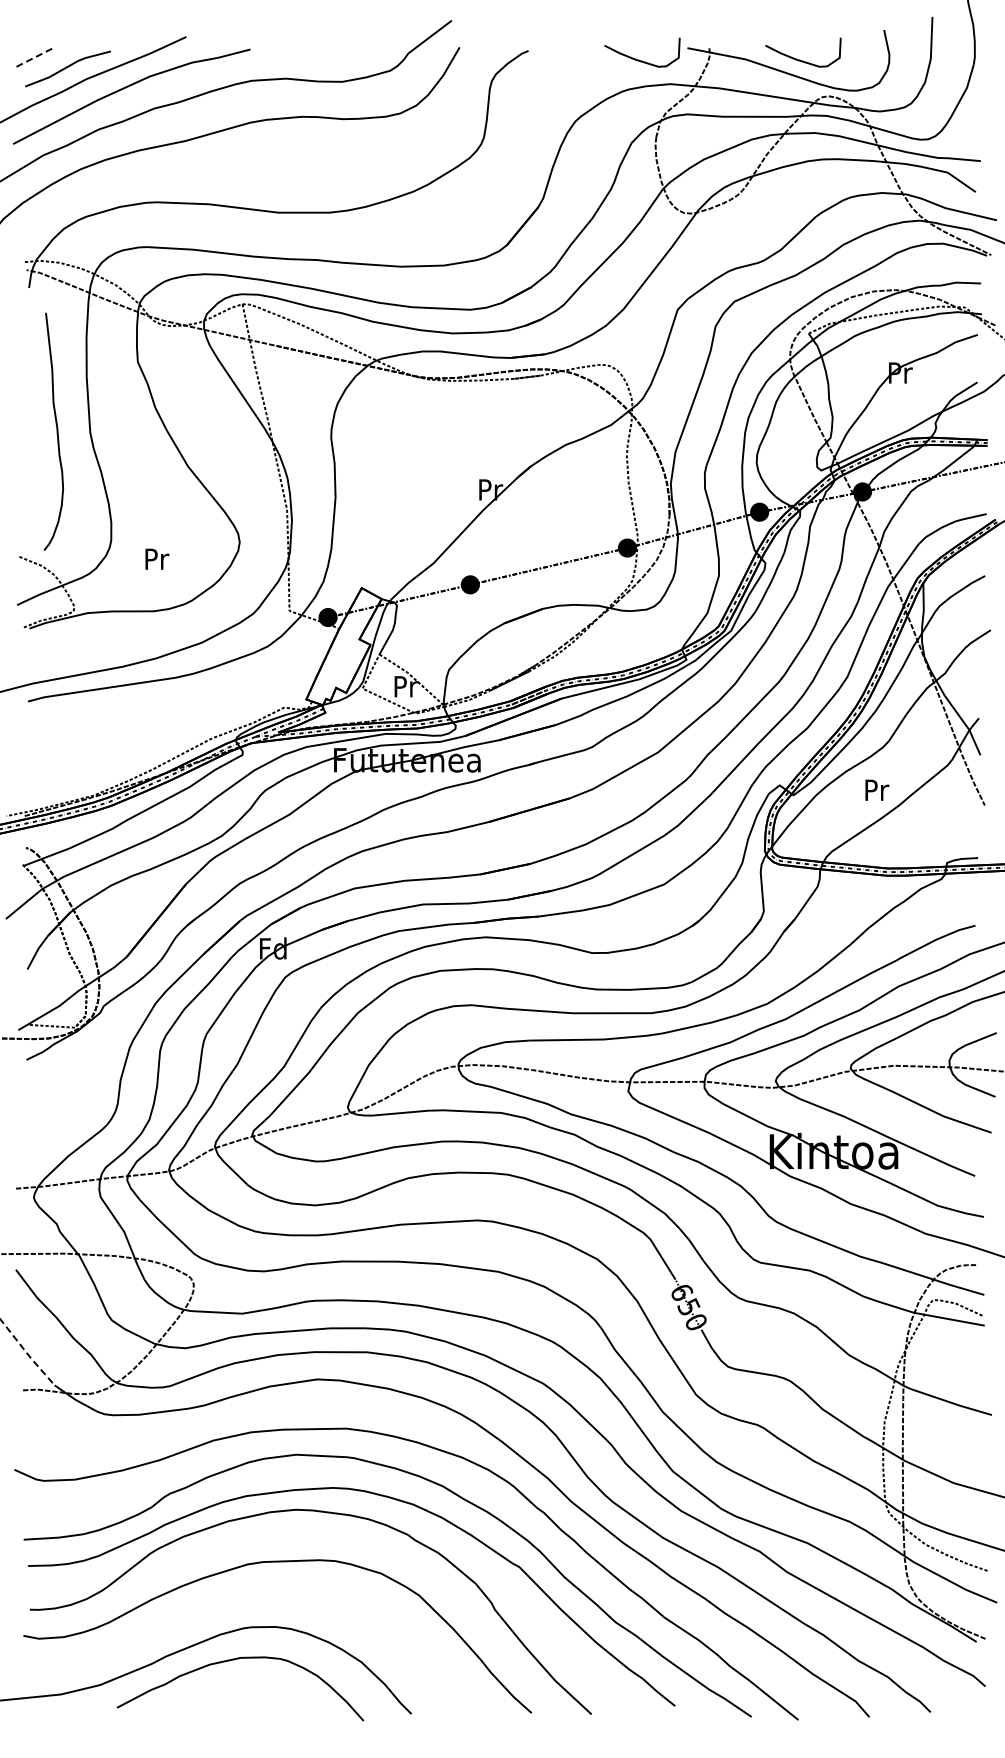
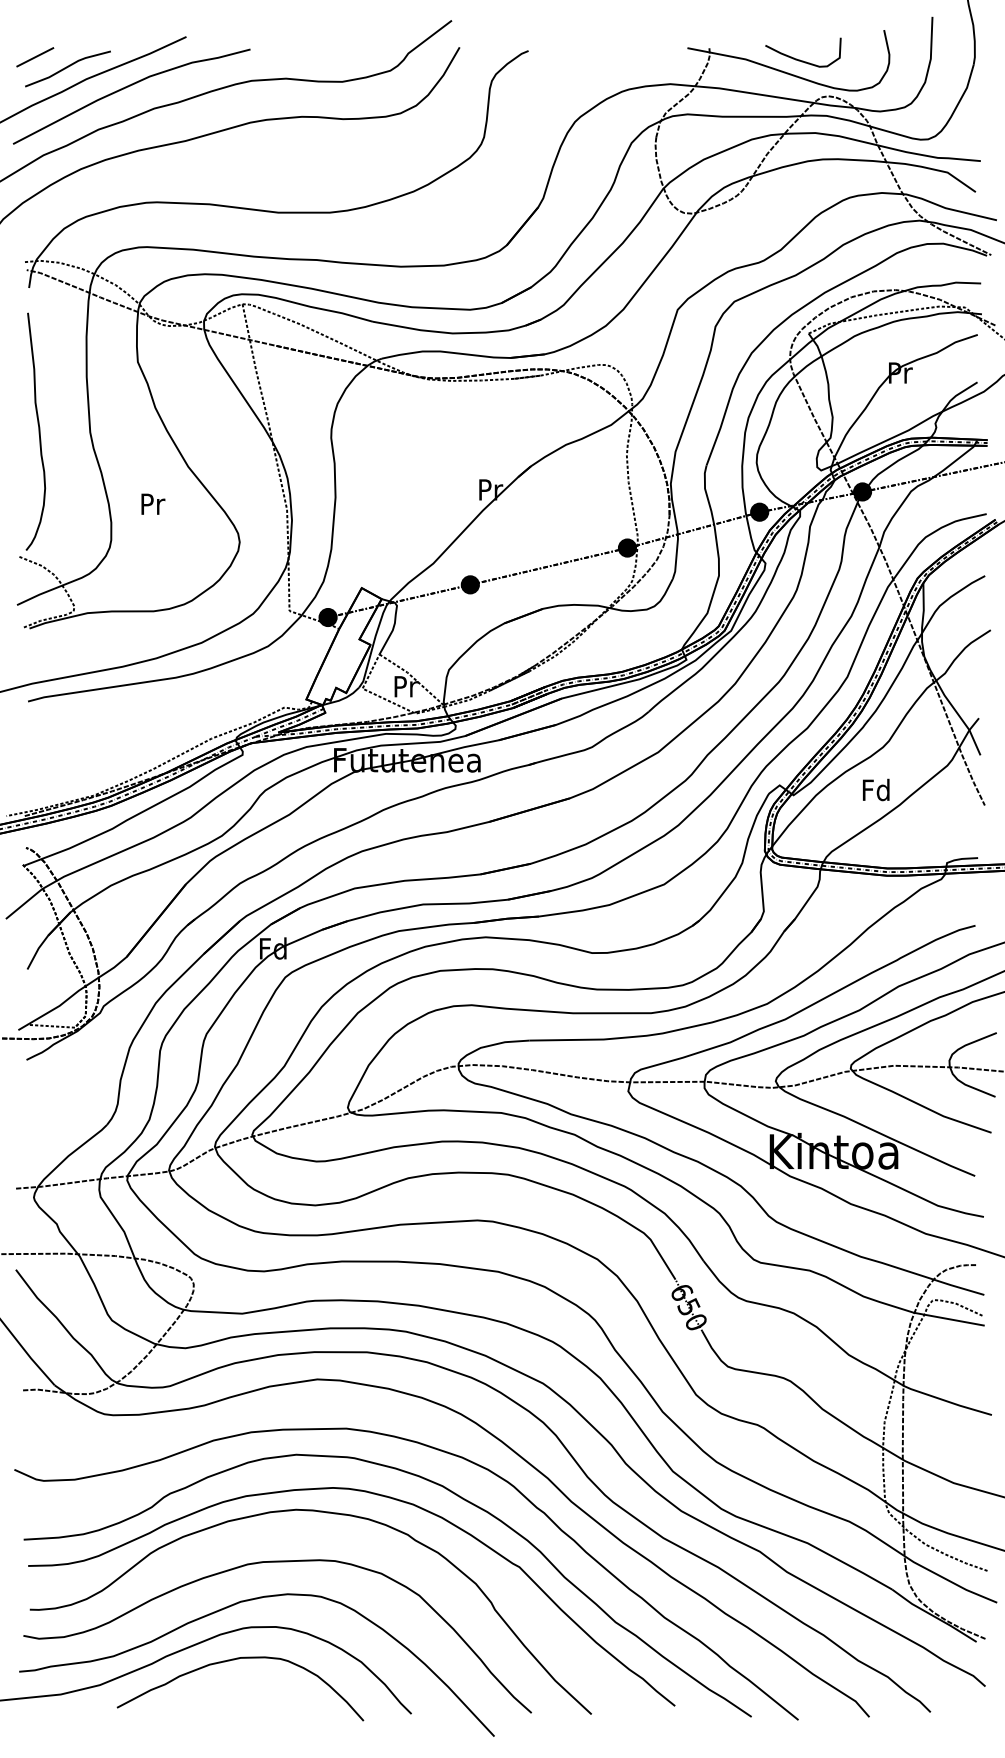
line at (35, 57): dashed -> solid
curve at (639, 59): present -> none
curve at (56, 431) position: (56, 431) -> (38, 431)
text at (157, 558) position: (157, 558) -> (153, 503)
text at (875, 789): Pr -> Fd
line at (26, 1353): dashed -> solid
curve at (232, 1606): none -> present
